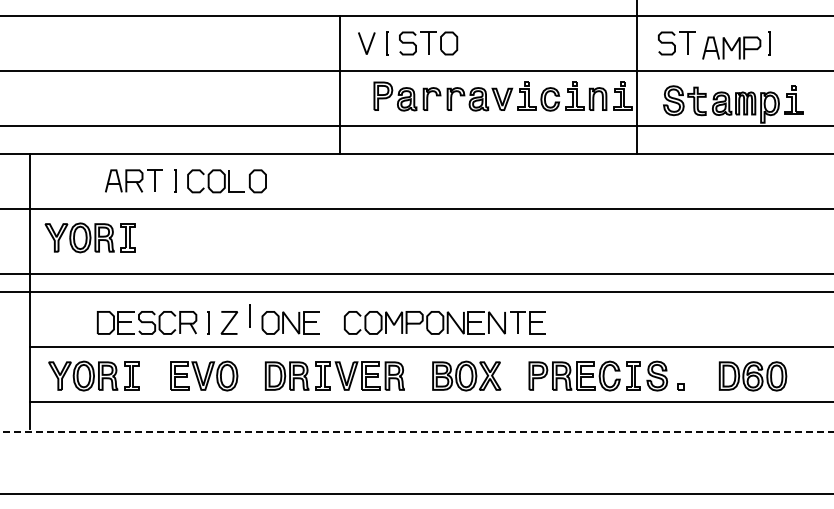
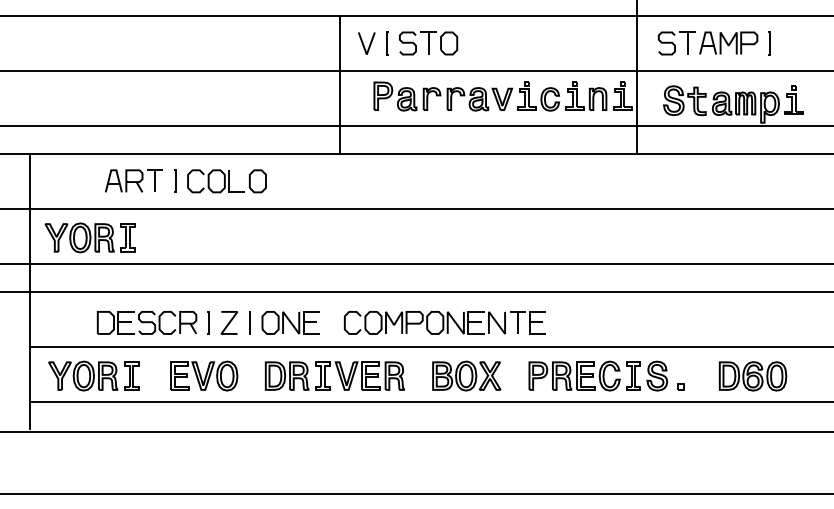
part at (731, 47) position: (731, 47) -> (728, 42)
line at (416, 274) position: (416, 274) -> (416, 264)
line at (249, 315) position: (249, 315) -> (249, 322)
line at (418, 431): dashed -> solid
